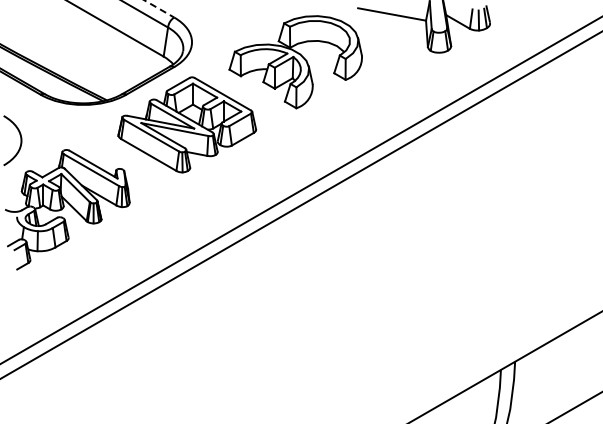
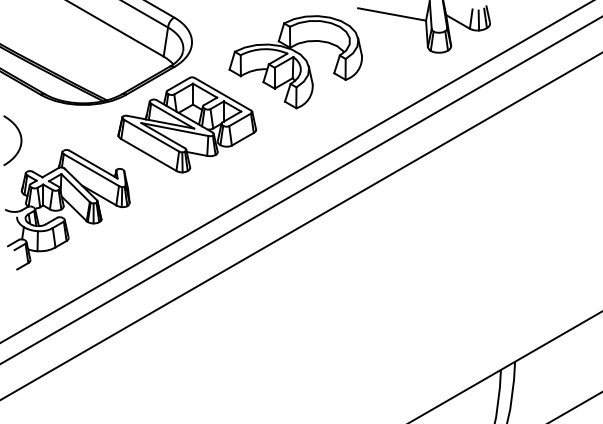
line at (159, 9): dashed -> solid
line at (296, 171): none -> present
line at (300, 205) position: (300, 205) -> (300, 226)
